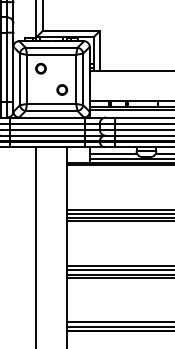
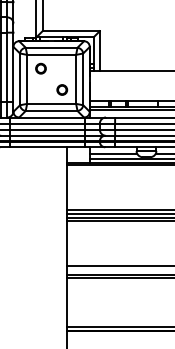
line at (36, 246): present -> none
line at (118, 270): present -> none
line at (118, 322): present -> none
